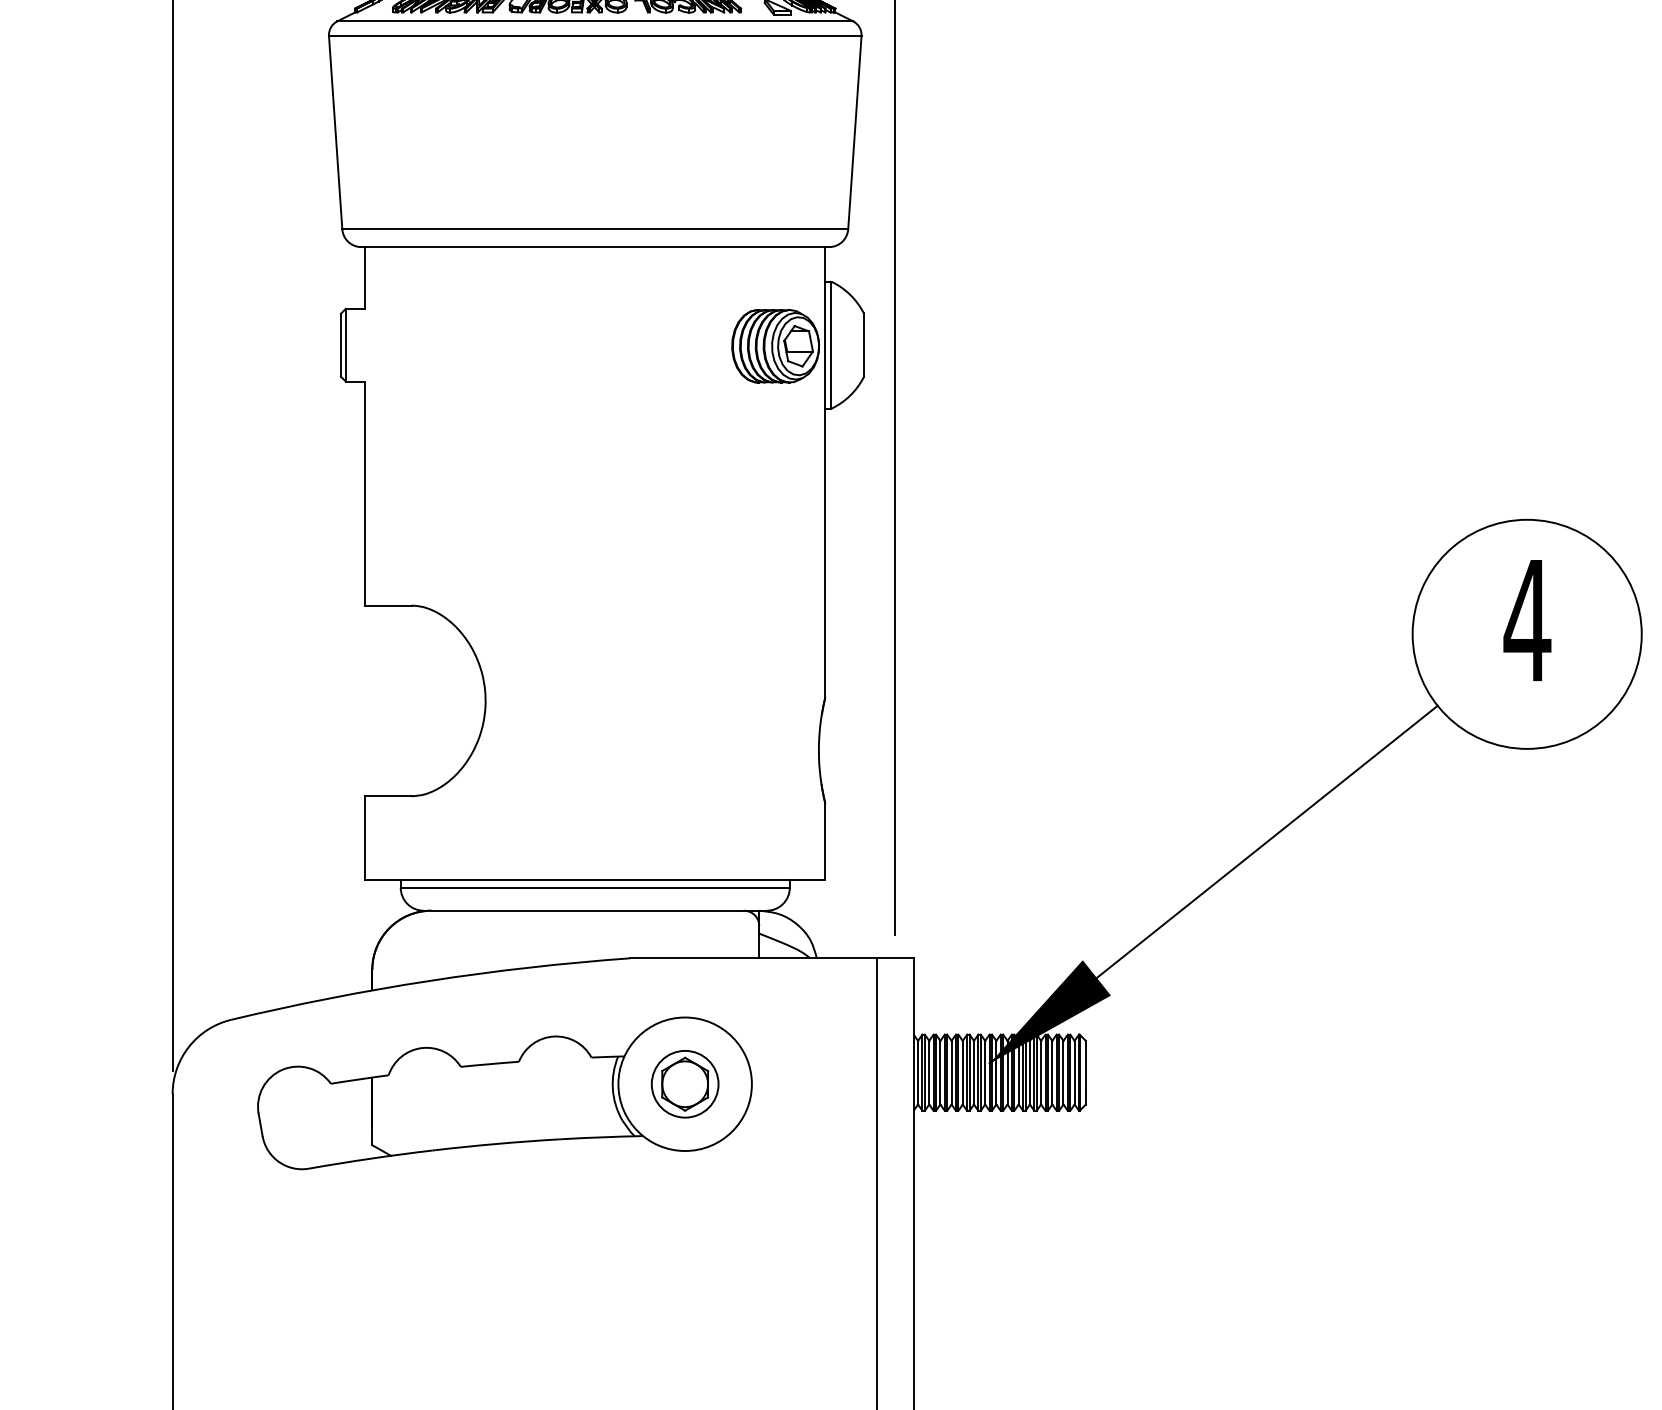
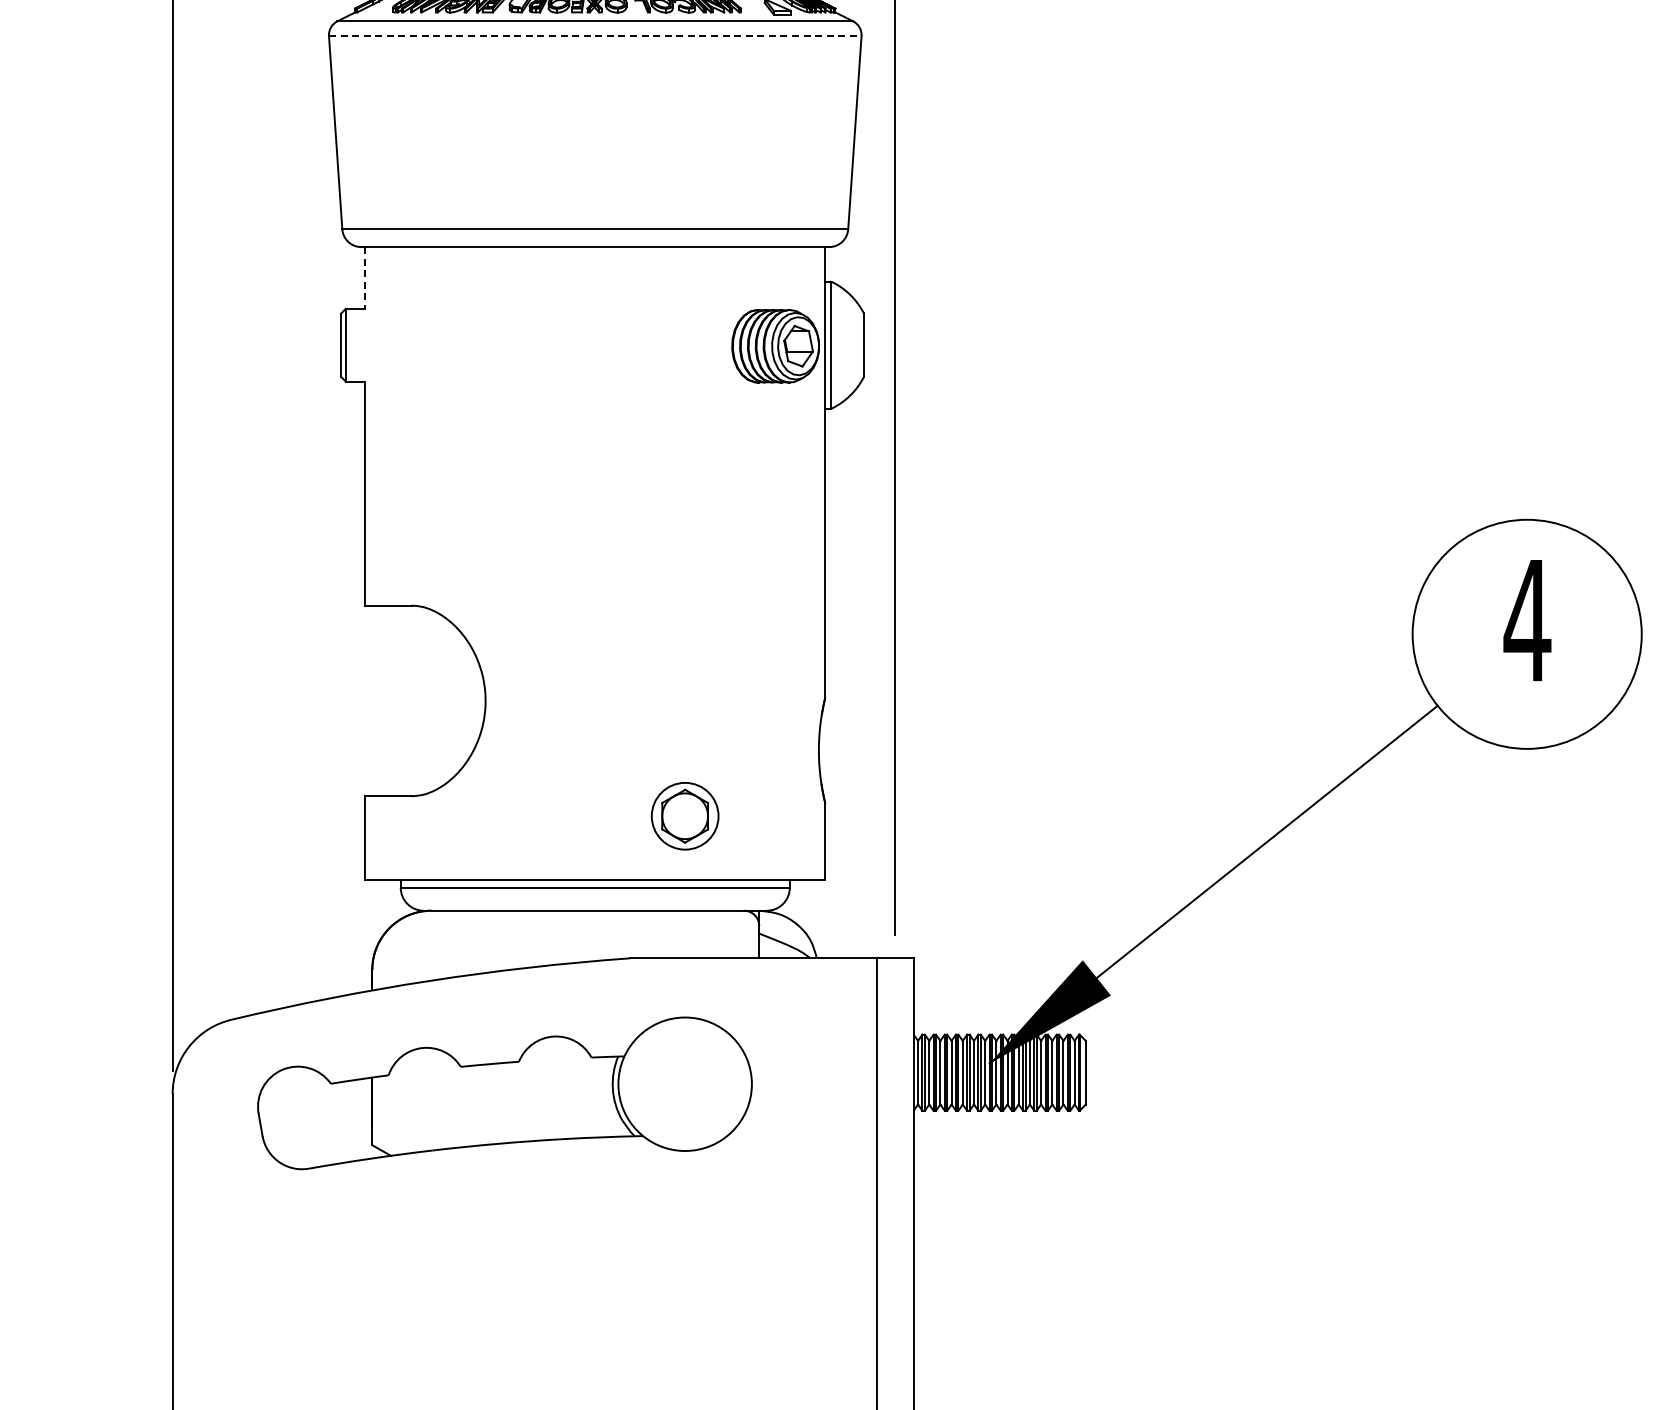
line at (595, 36): solid -> dashed
line at (365, 278): solid -> dashed
part at (684, 1084) position: (684, 1084) -> (684, 816)
